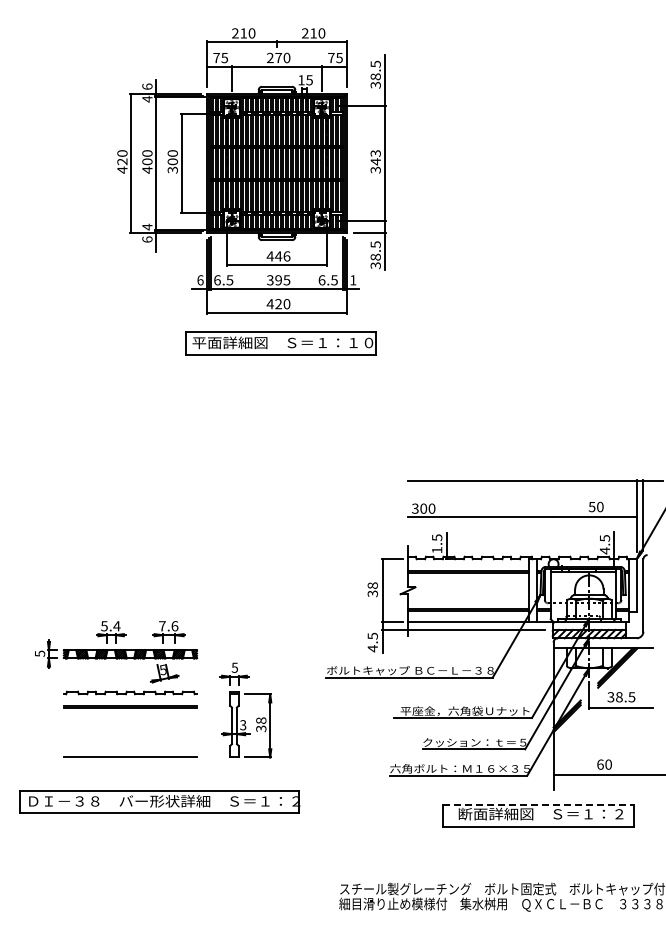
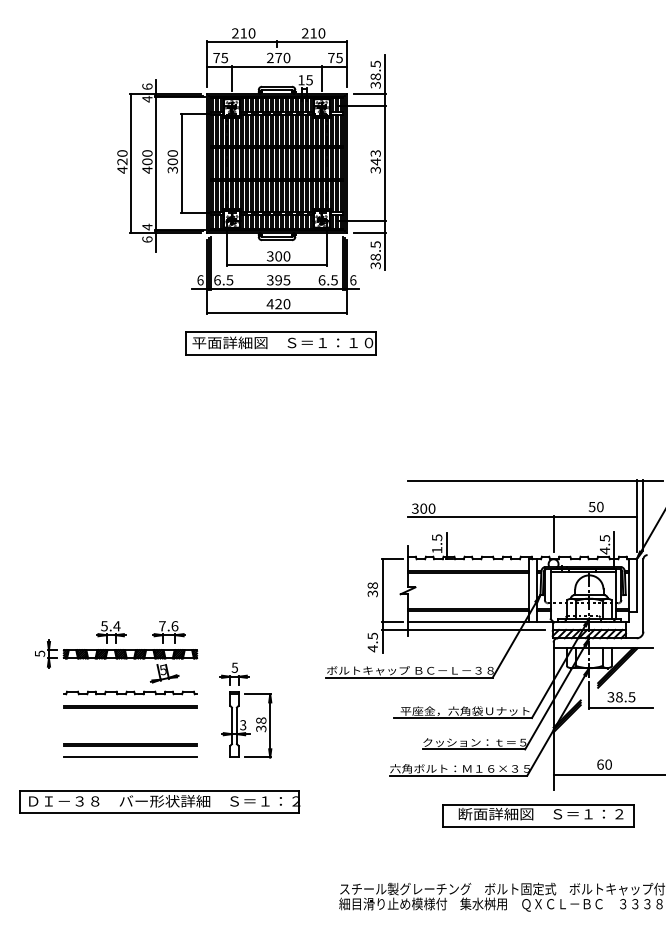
line at (369, 93): none -> present
text at (278, 256): 446 -> 300
text at (353, 280): 1 -> 6
line at (553, 534): none -> present
line at (130, 744): none -> present
line at (538, 804): dashed -> solid
